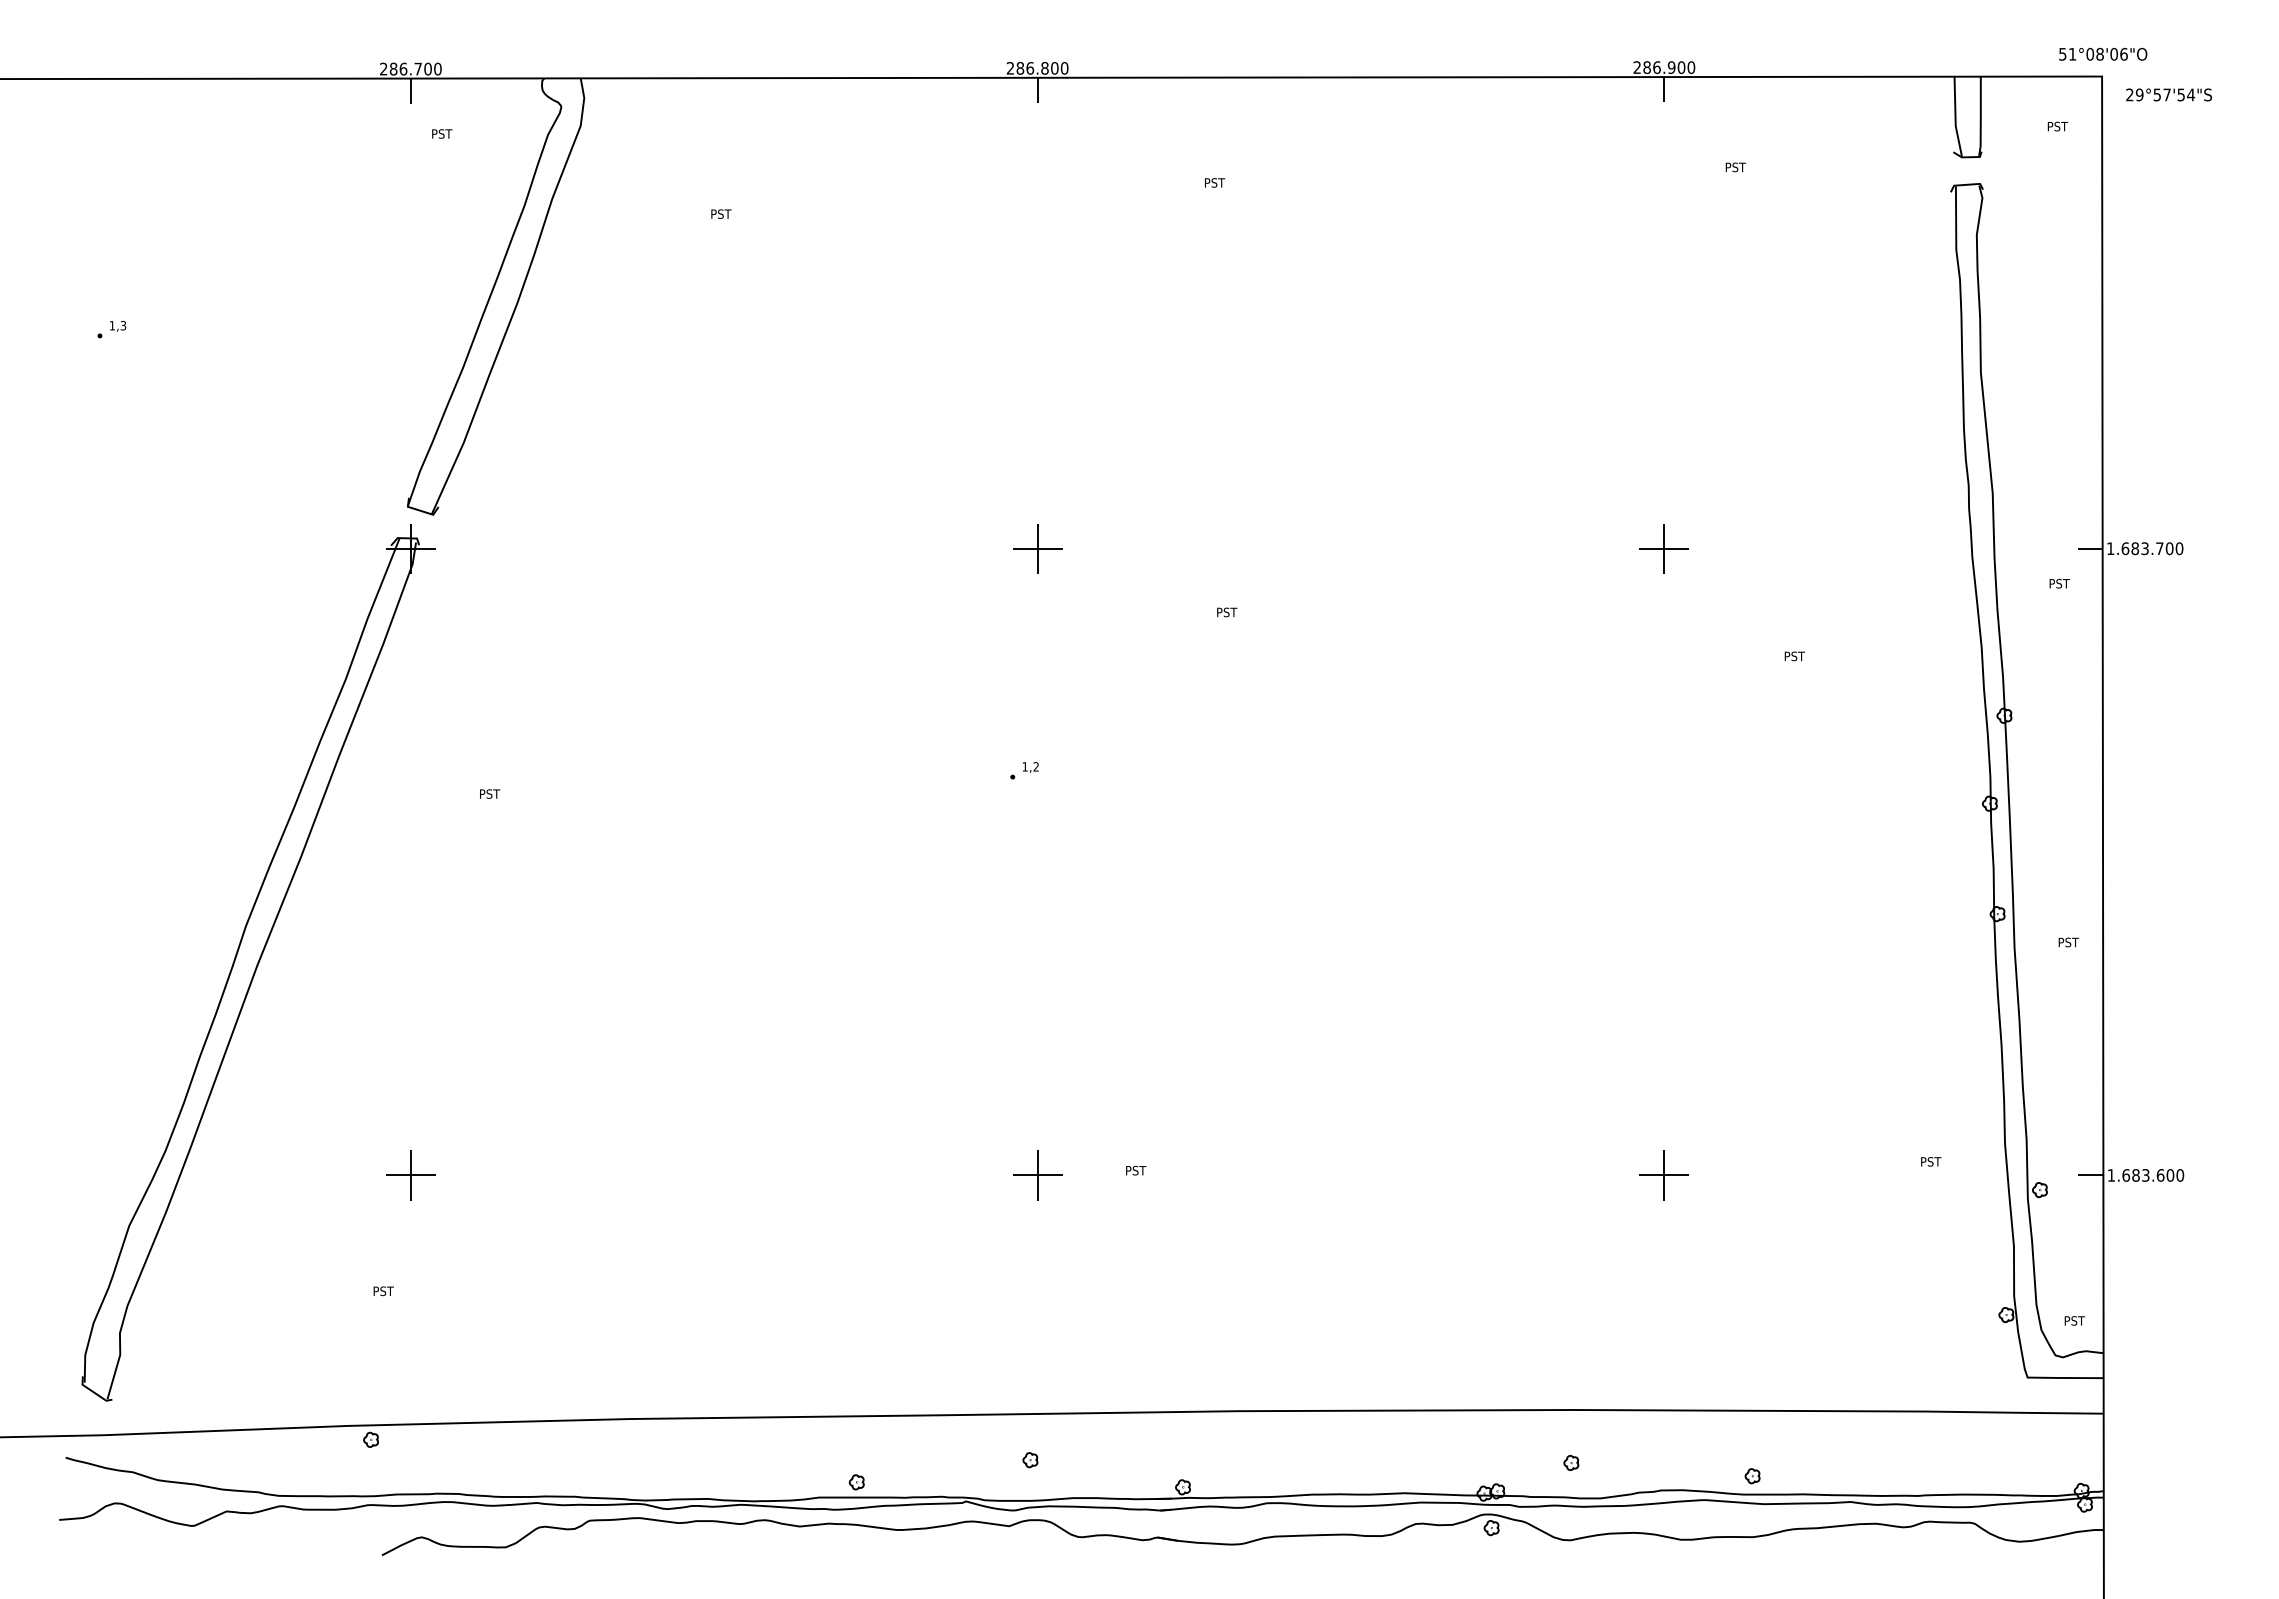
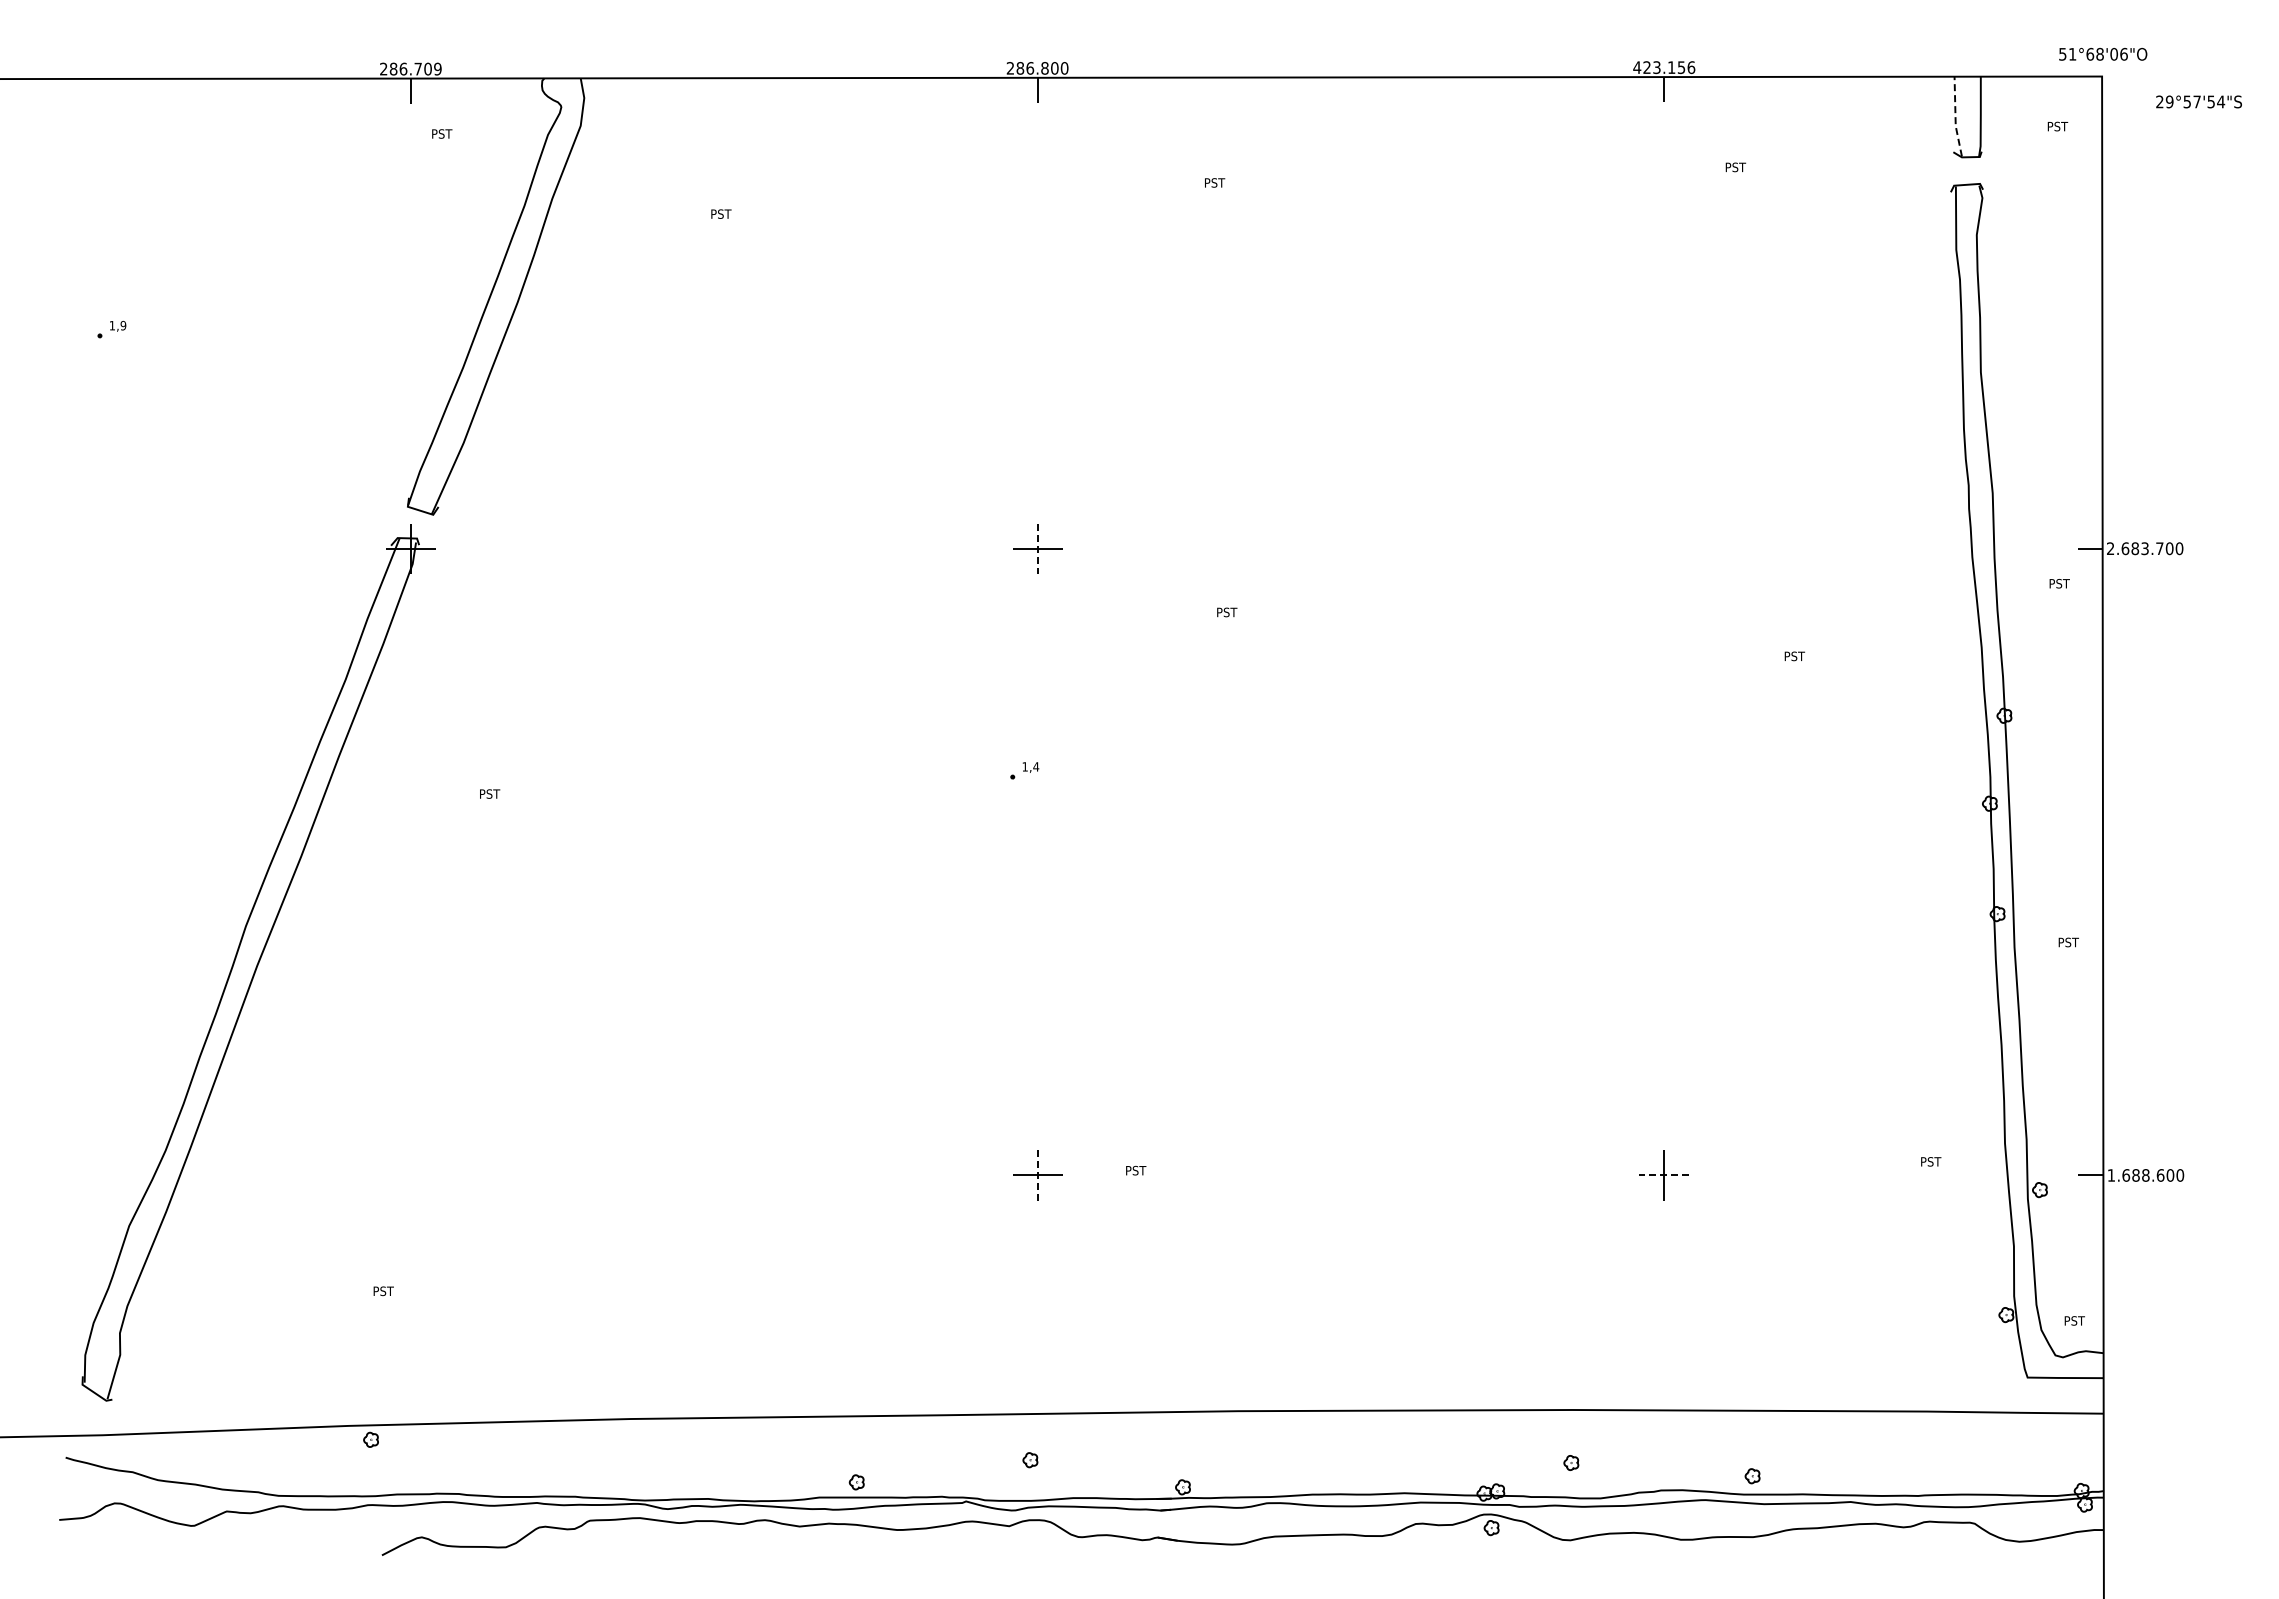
text at (2090, 53): 51°08'06"O -> 51°68'06"O
text at (1664, 67): 286.900 -> 423.156
text at (437, 69): 286.700 -> 286.709
text at (2168, 94) position: (2168, 94) -> (2198, 101)
line at (1955, 117): solid -> dashed
text at (123, 325): 1,3 -> 1,9
part at (1663, 548): present -> none
text at (2110, 548): 1.683.700 -> 2.683.700
line at (1037, 549): solid -> dashed
text at (1036, 766): 1,2 -> 1,4
part at (410, 1175): present -> none
line at (1037, 1175): solid -> dashed
line at (1663, 1175): solid -> dashed
text at (2145, 1175): 1.683.600 -> 1.688.600
